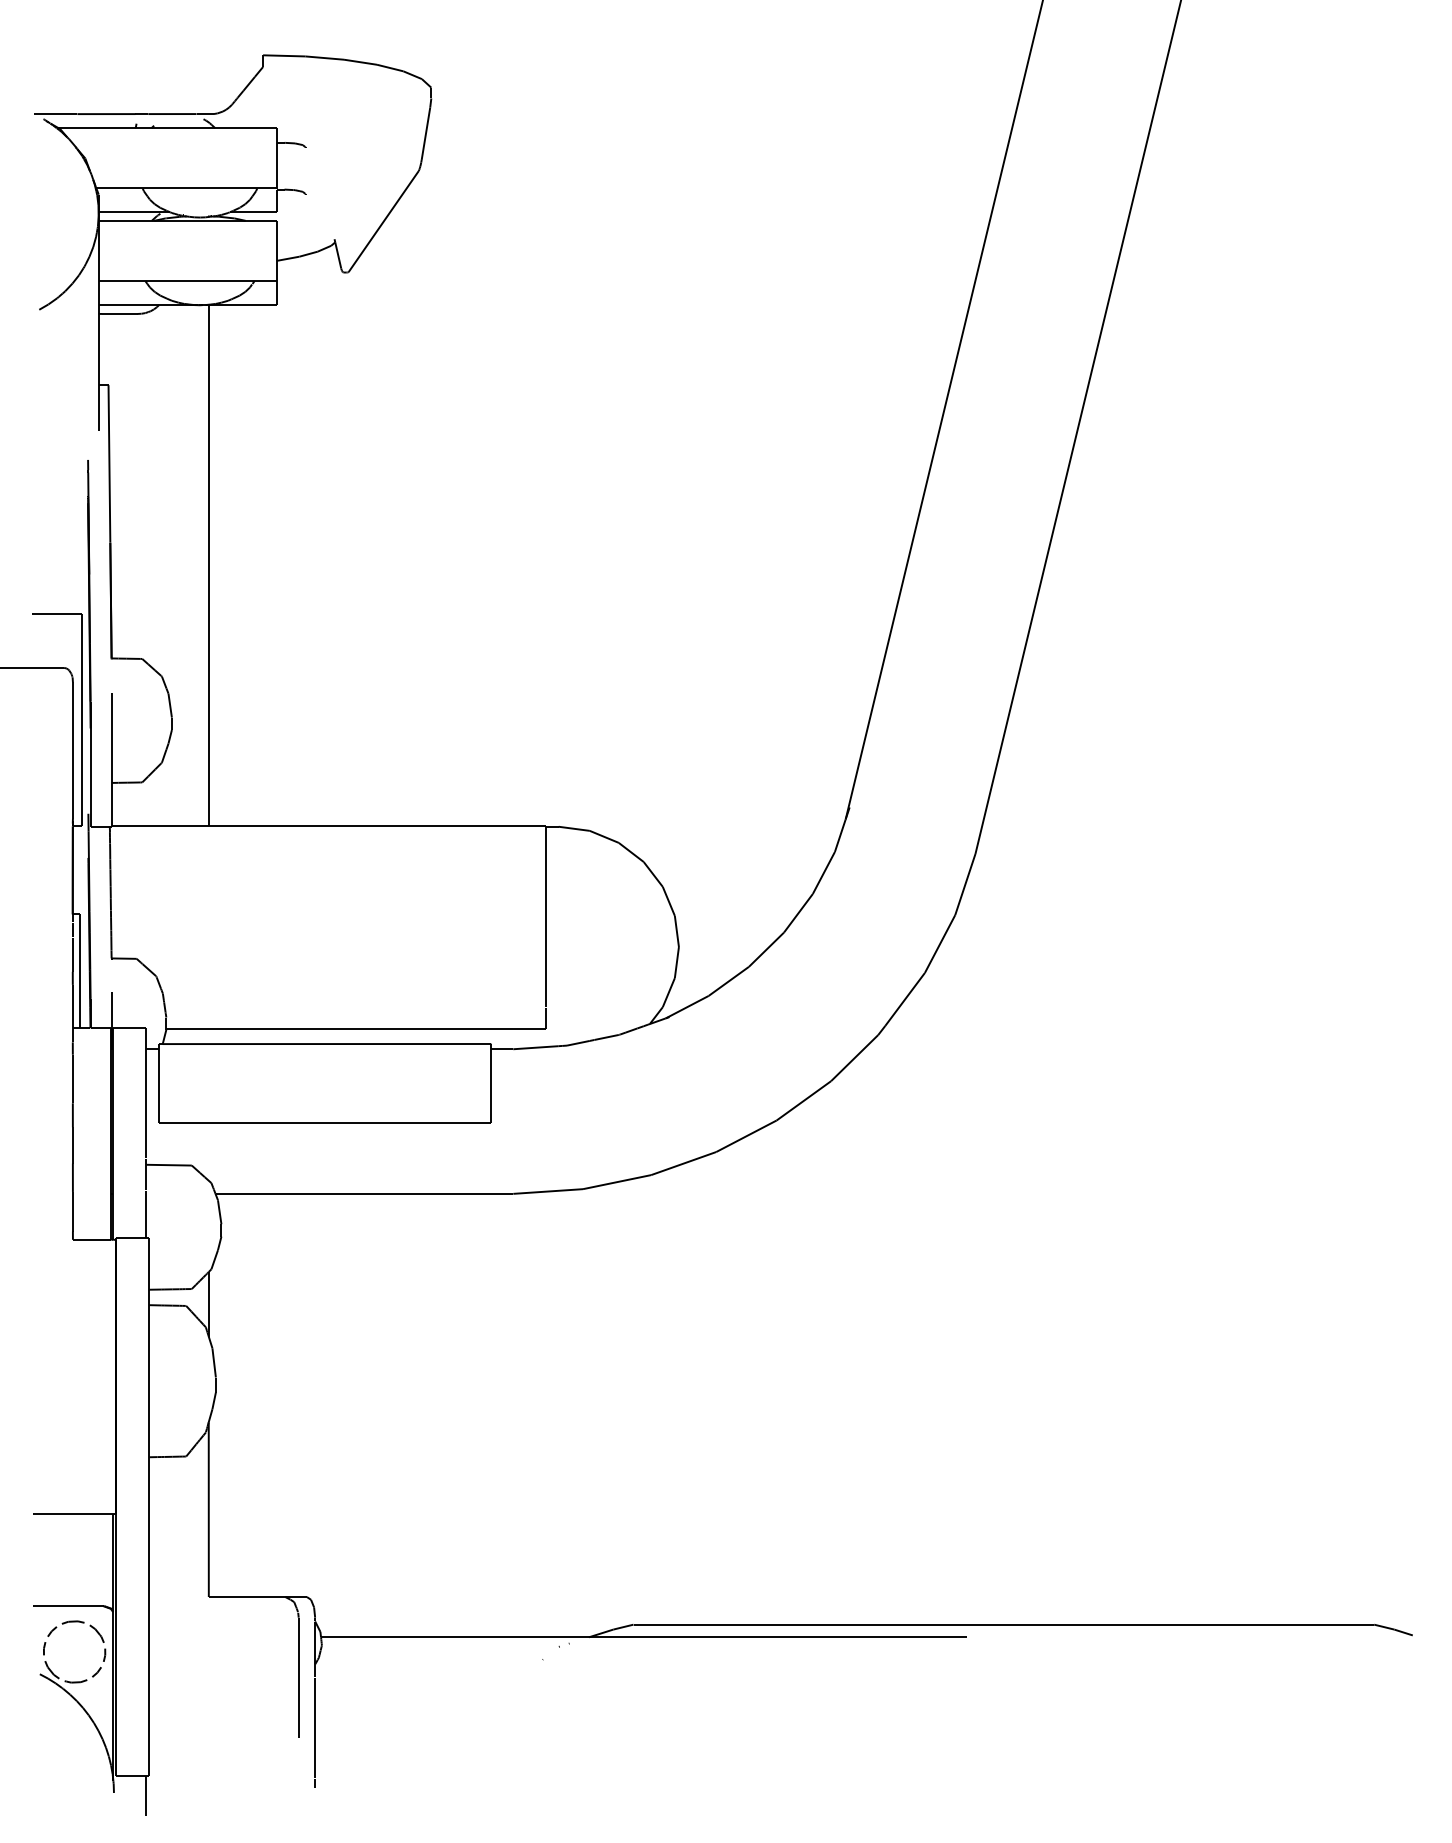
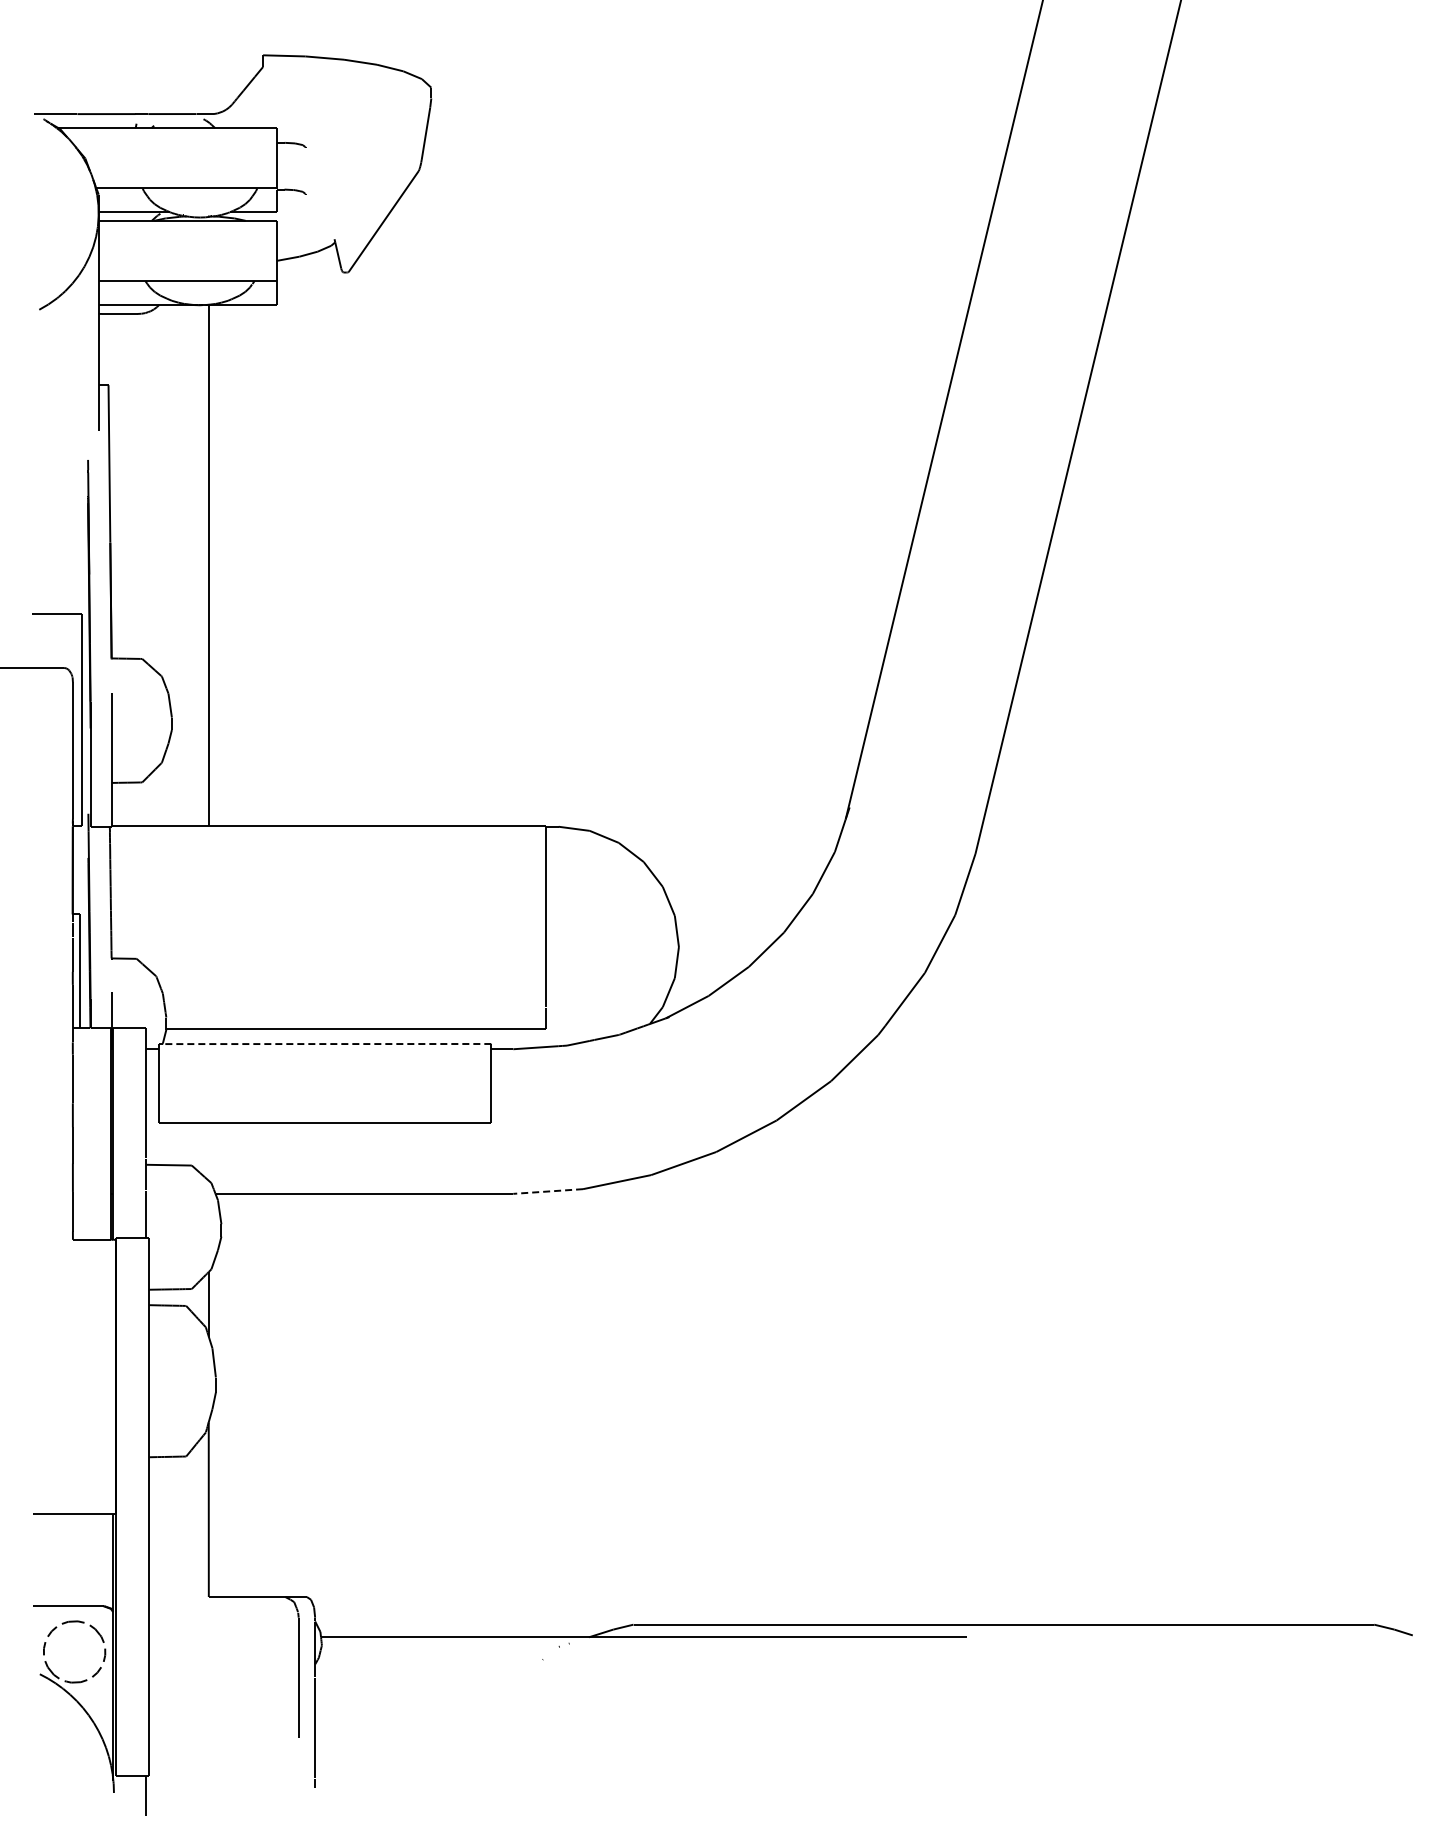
line at (326, 1044): solid -> dashed
line at (548, 1191): solid -> dashed
